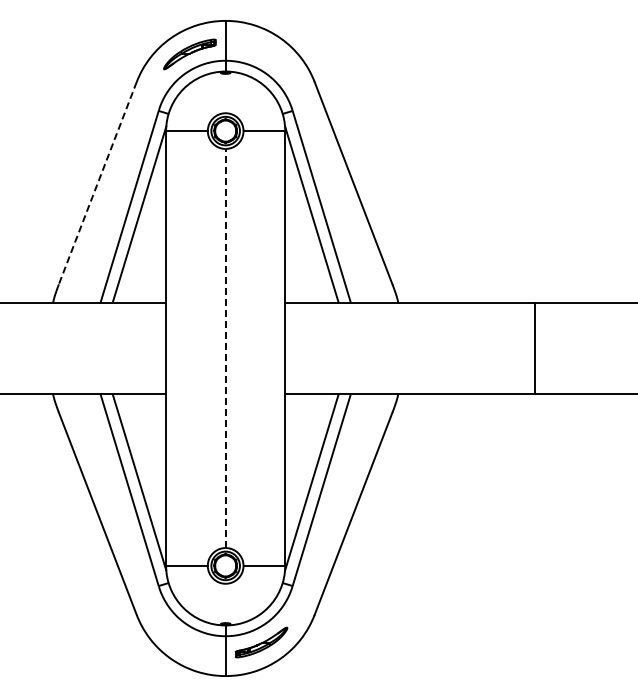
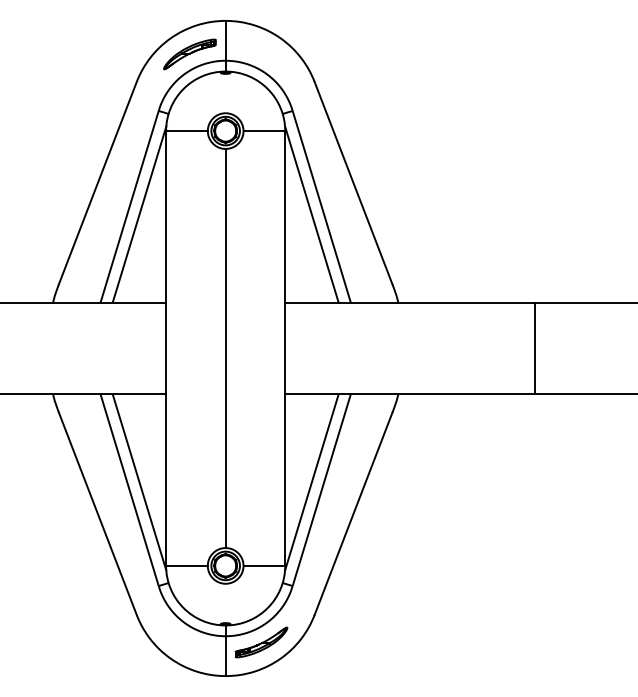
line at (97, 183): dashed -> solid
line at (225, 348): dashed -> solid
